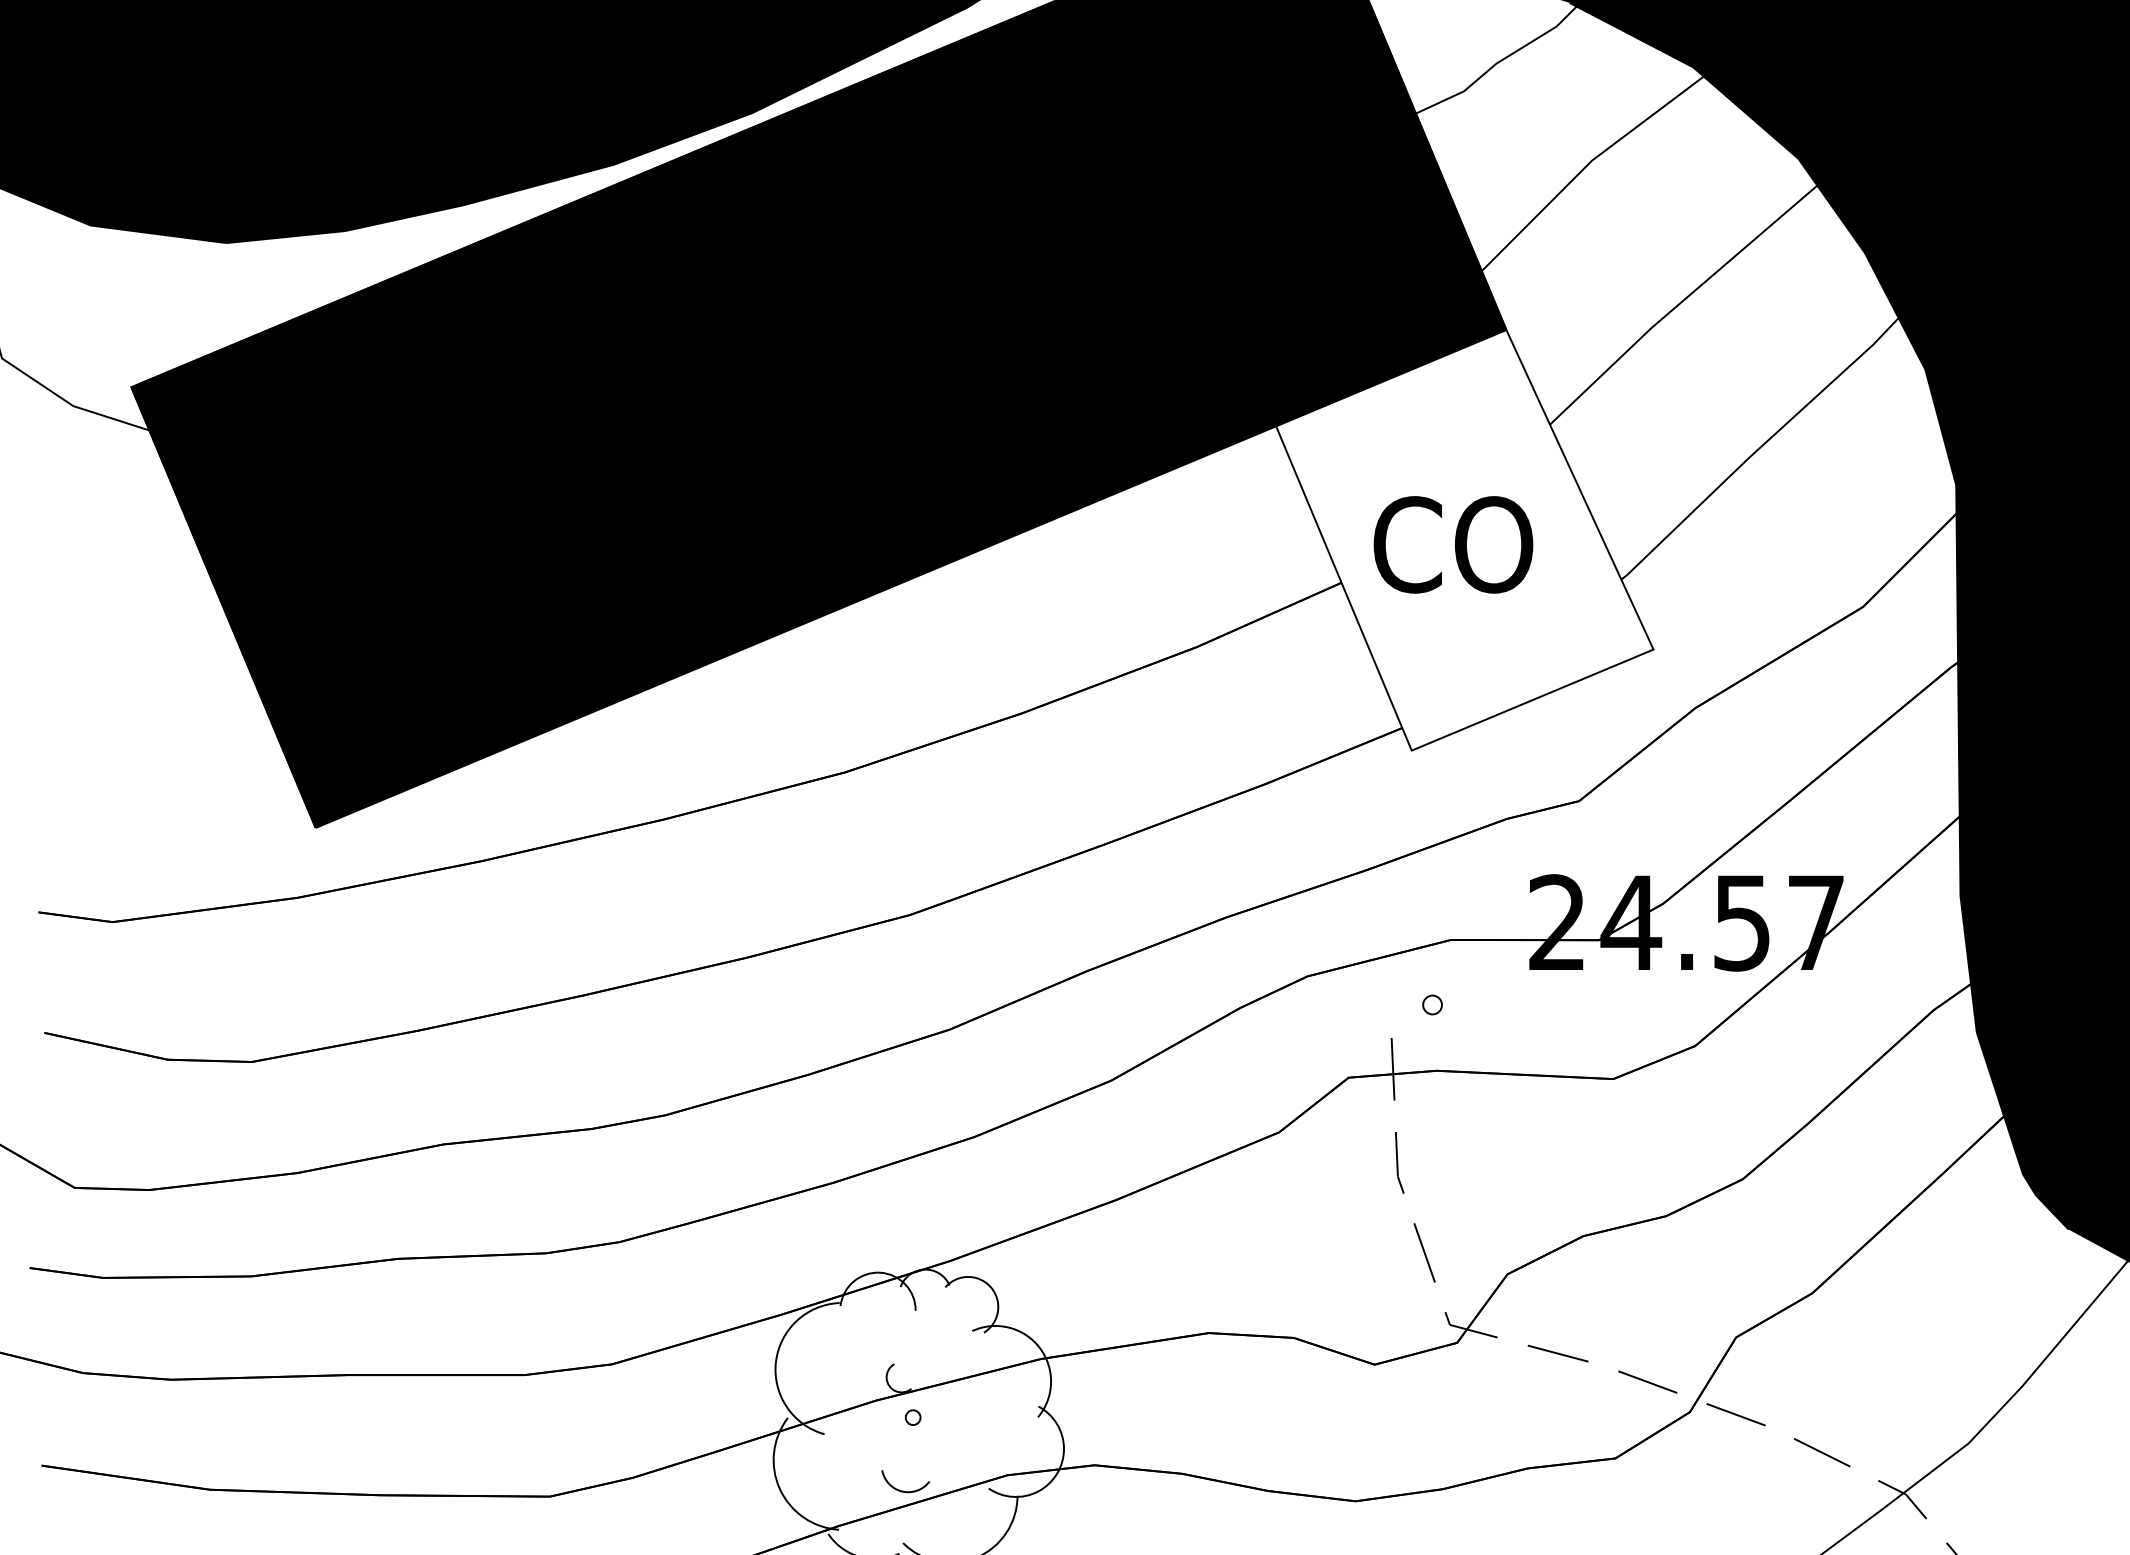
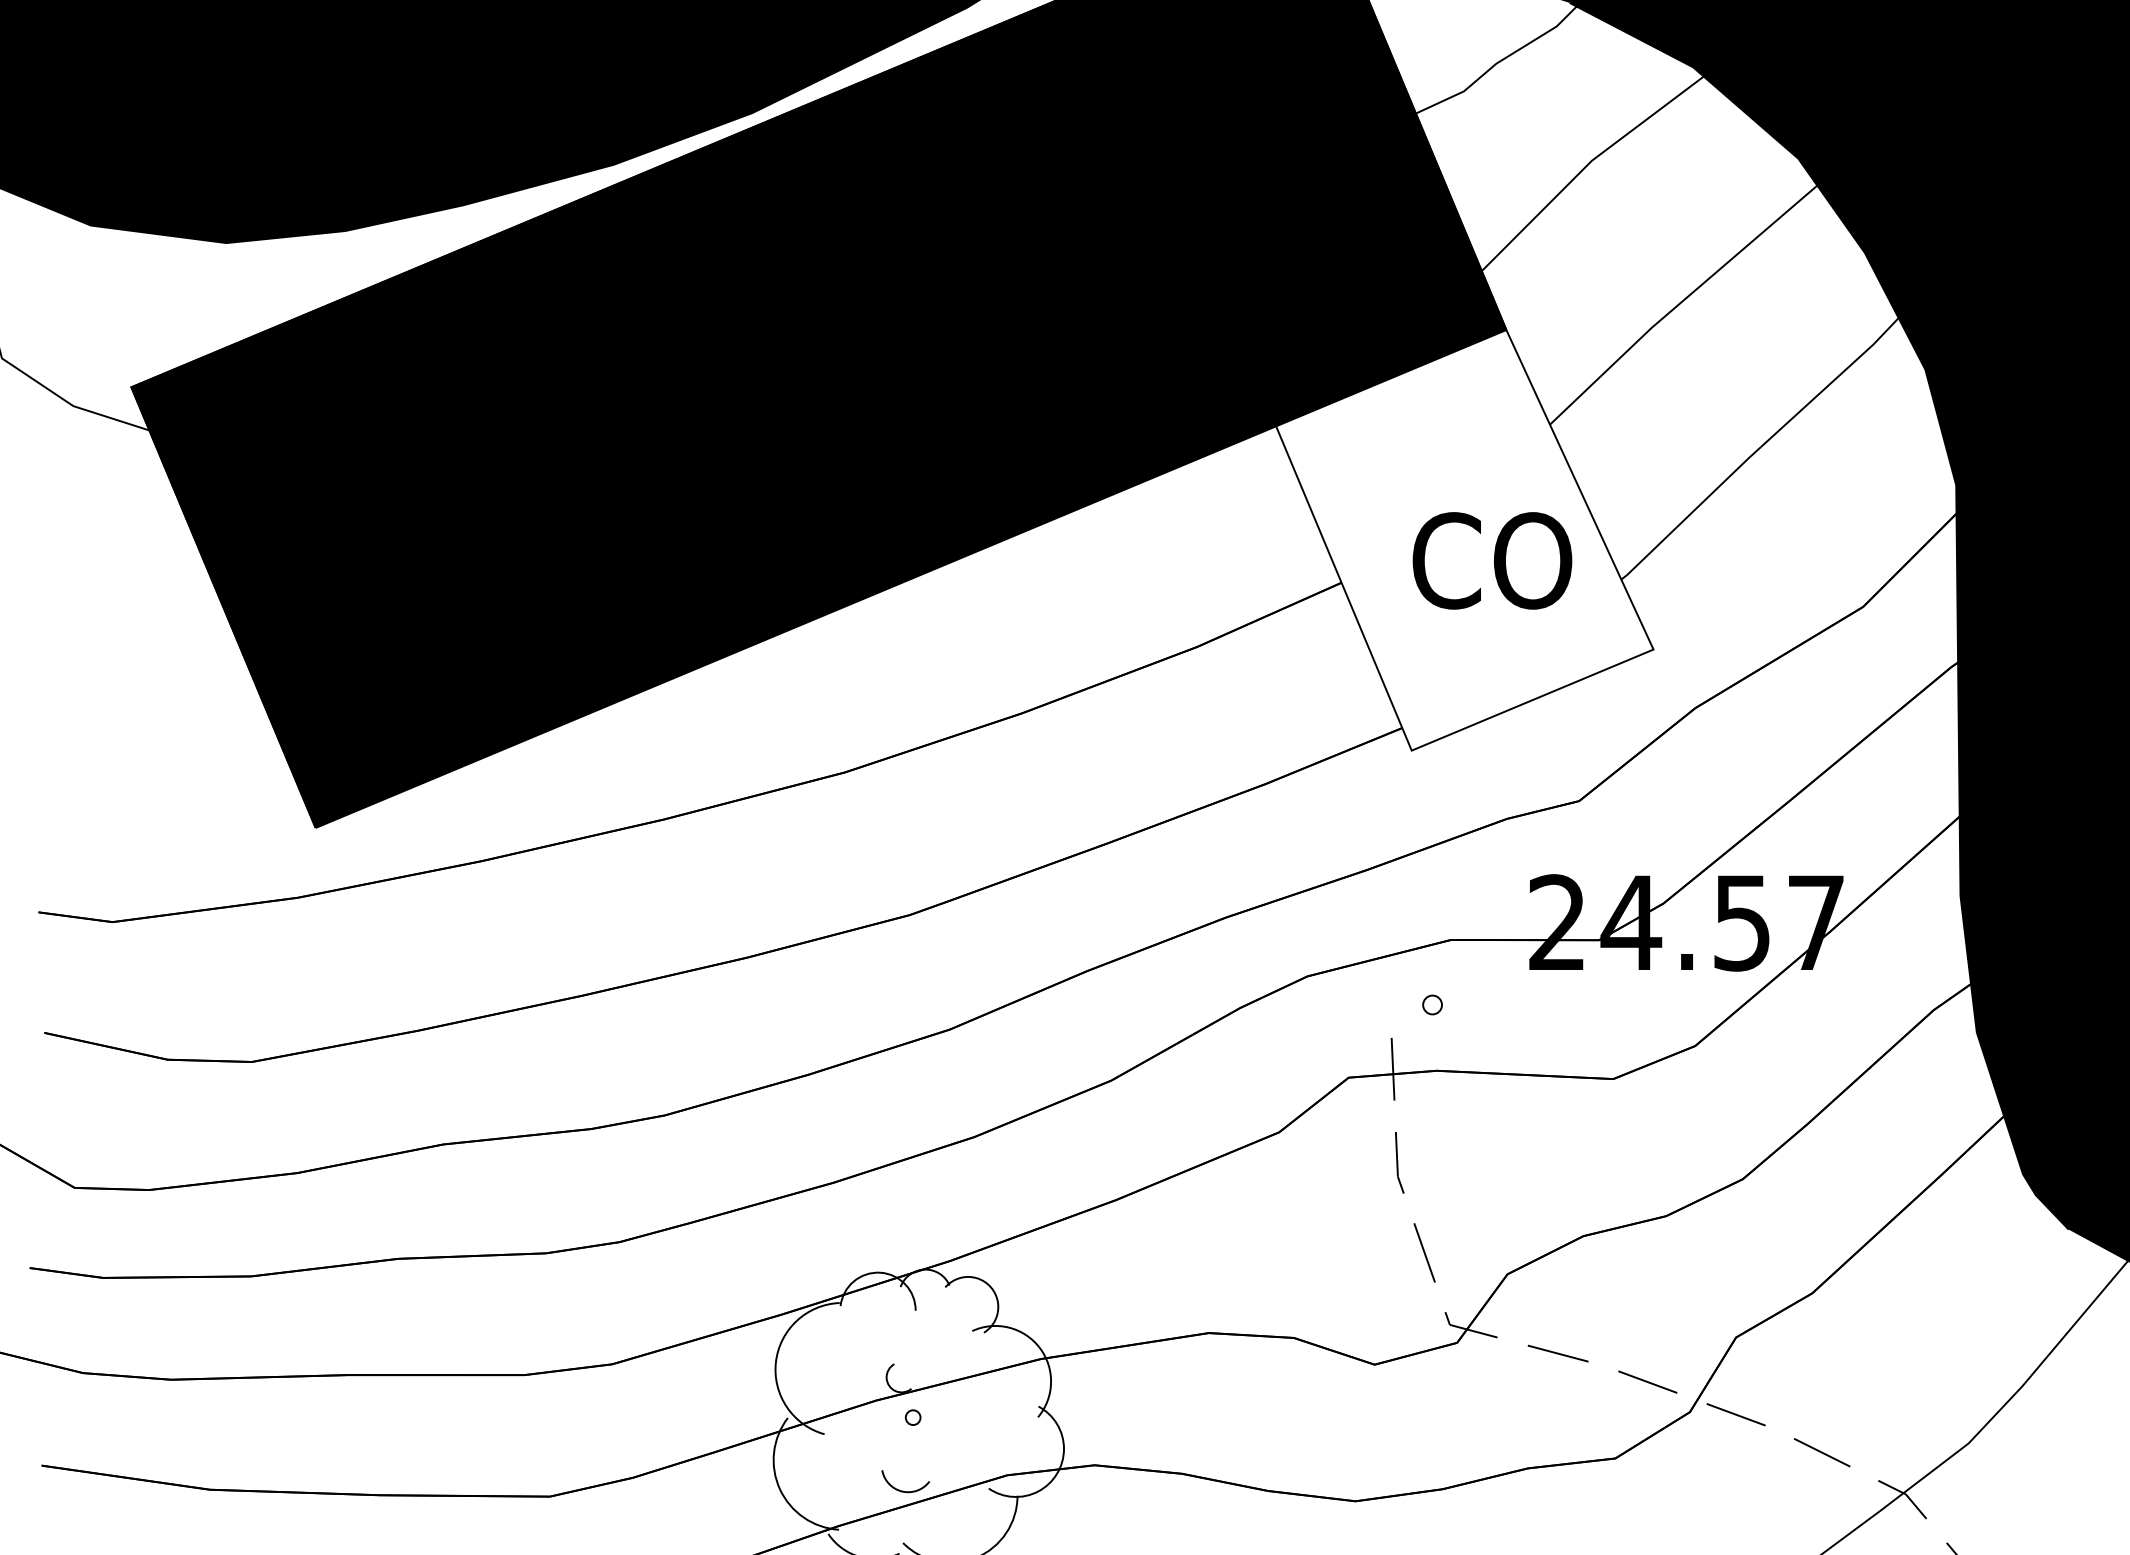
text at (1453, 544) position: (1453, 544) -> (1492, 560)
